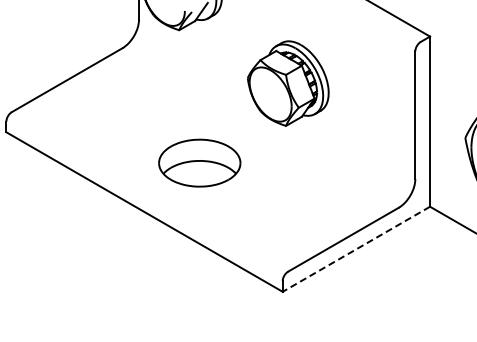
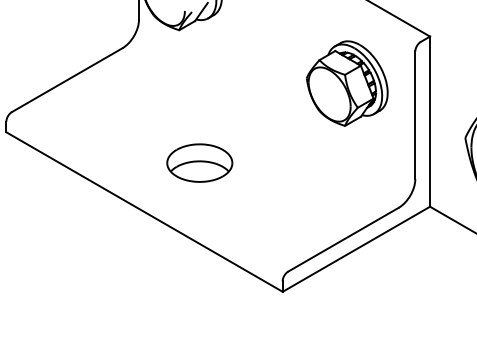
part at (288, 83) position: (288, 83) -> (347, 83)
part at (199, 162) size: 84x50 px -> 68x40 px
line at (355, 249): dashed -> solid
